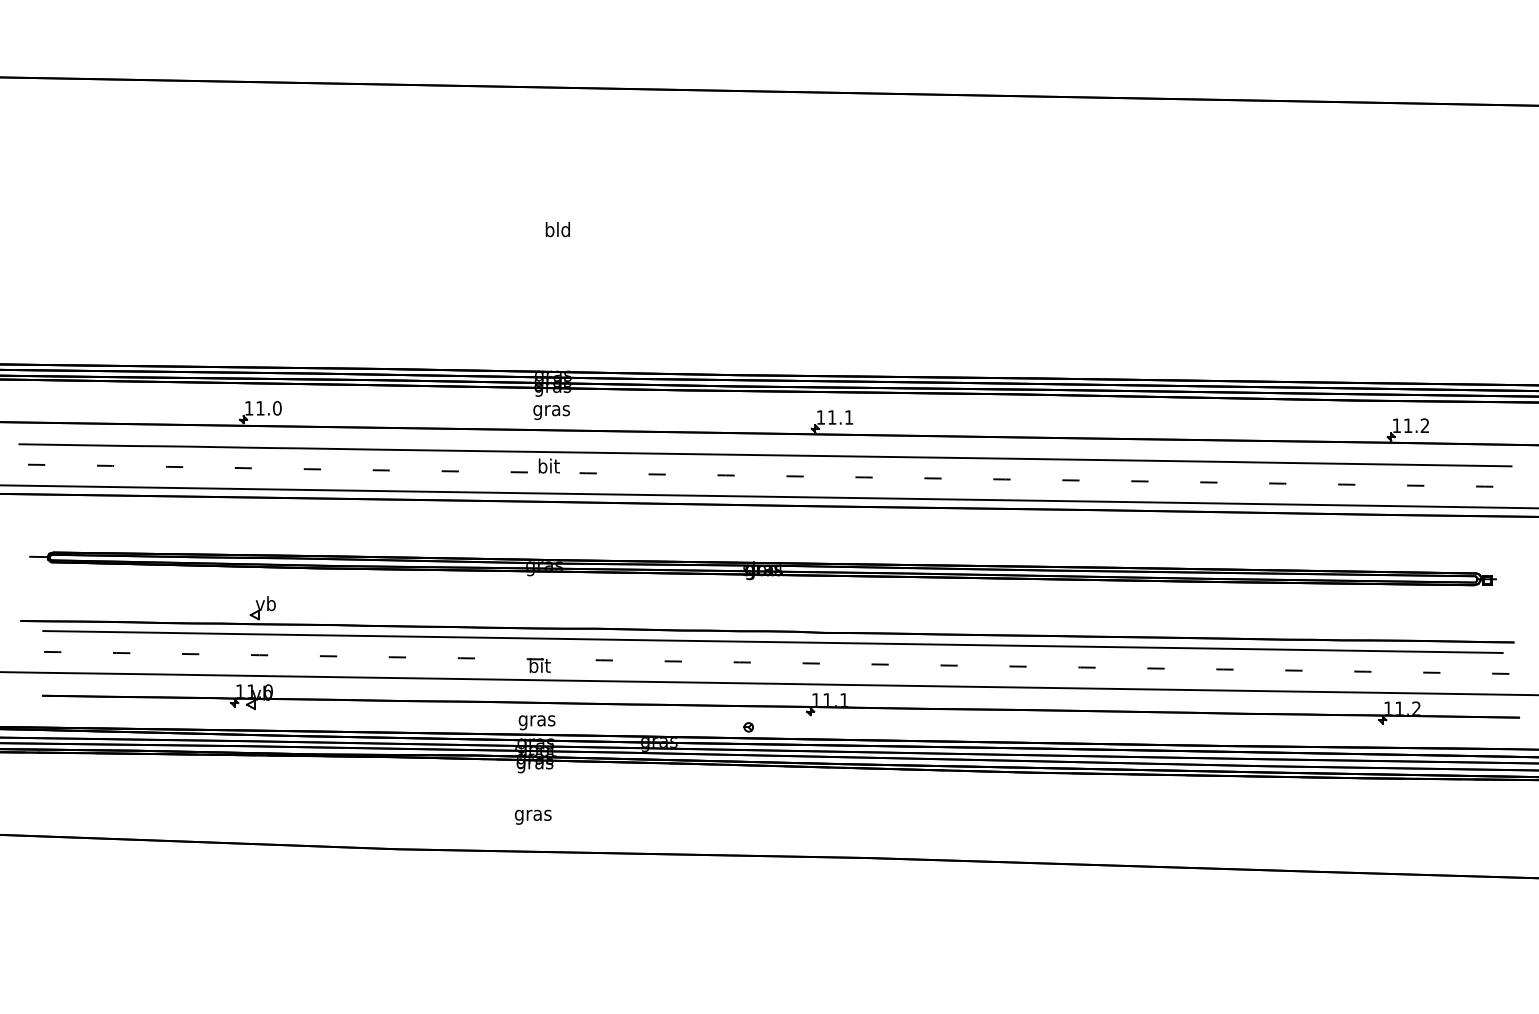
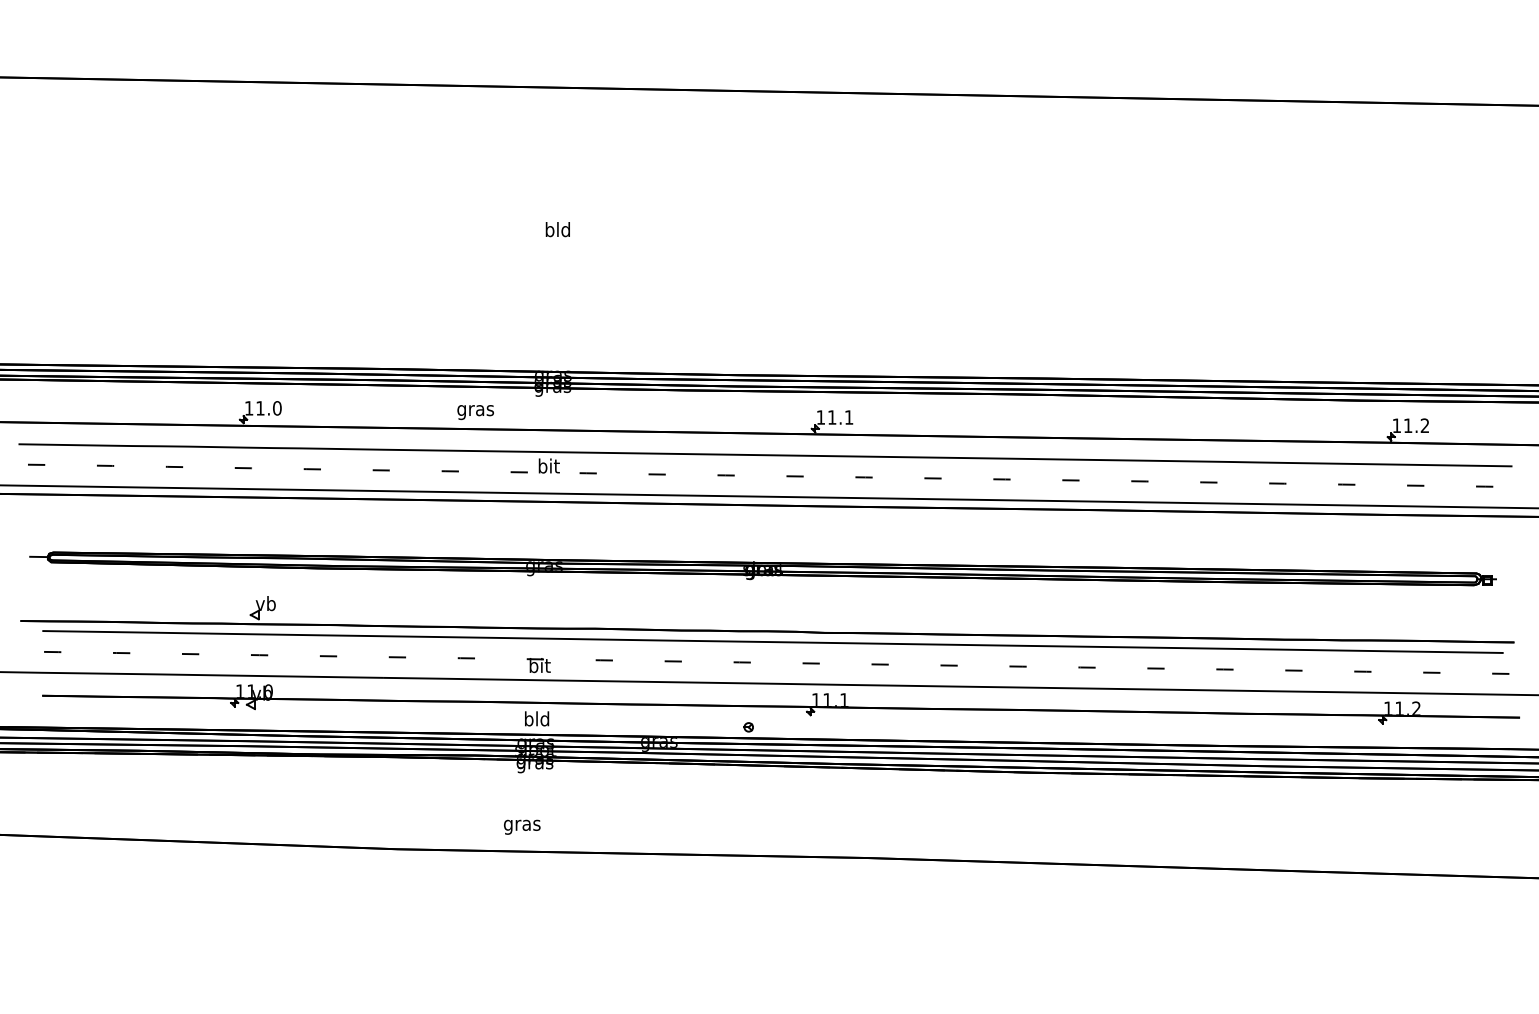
text at (551, 412) position: (551, 412) -> (475, 412)
text at (536, 720): gras -> bld
text at (533, 816) position: (533, 816) -> (522, 826)
